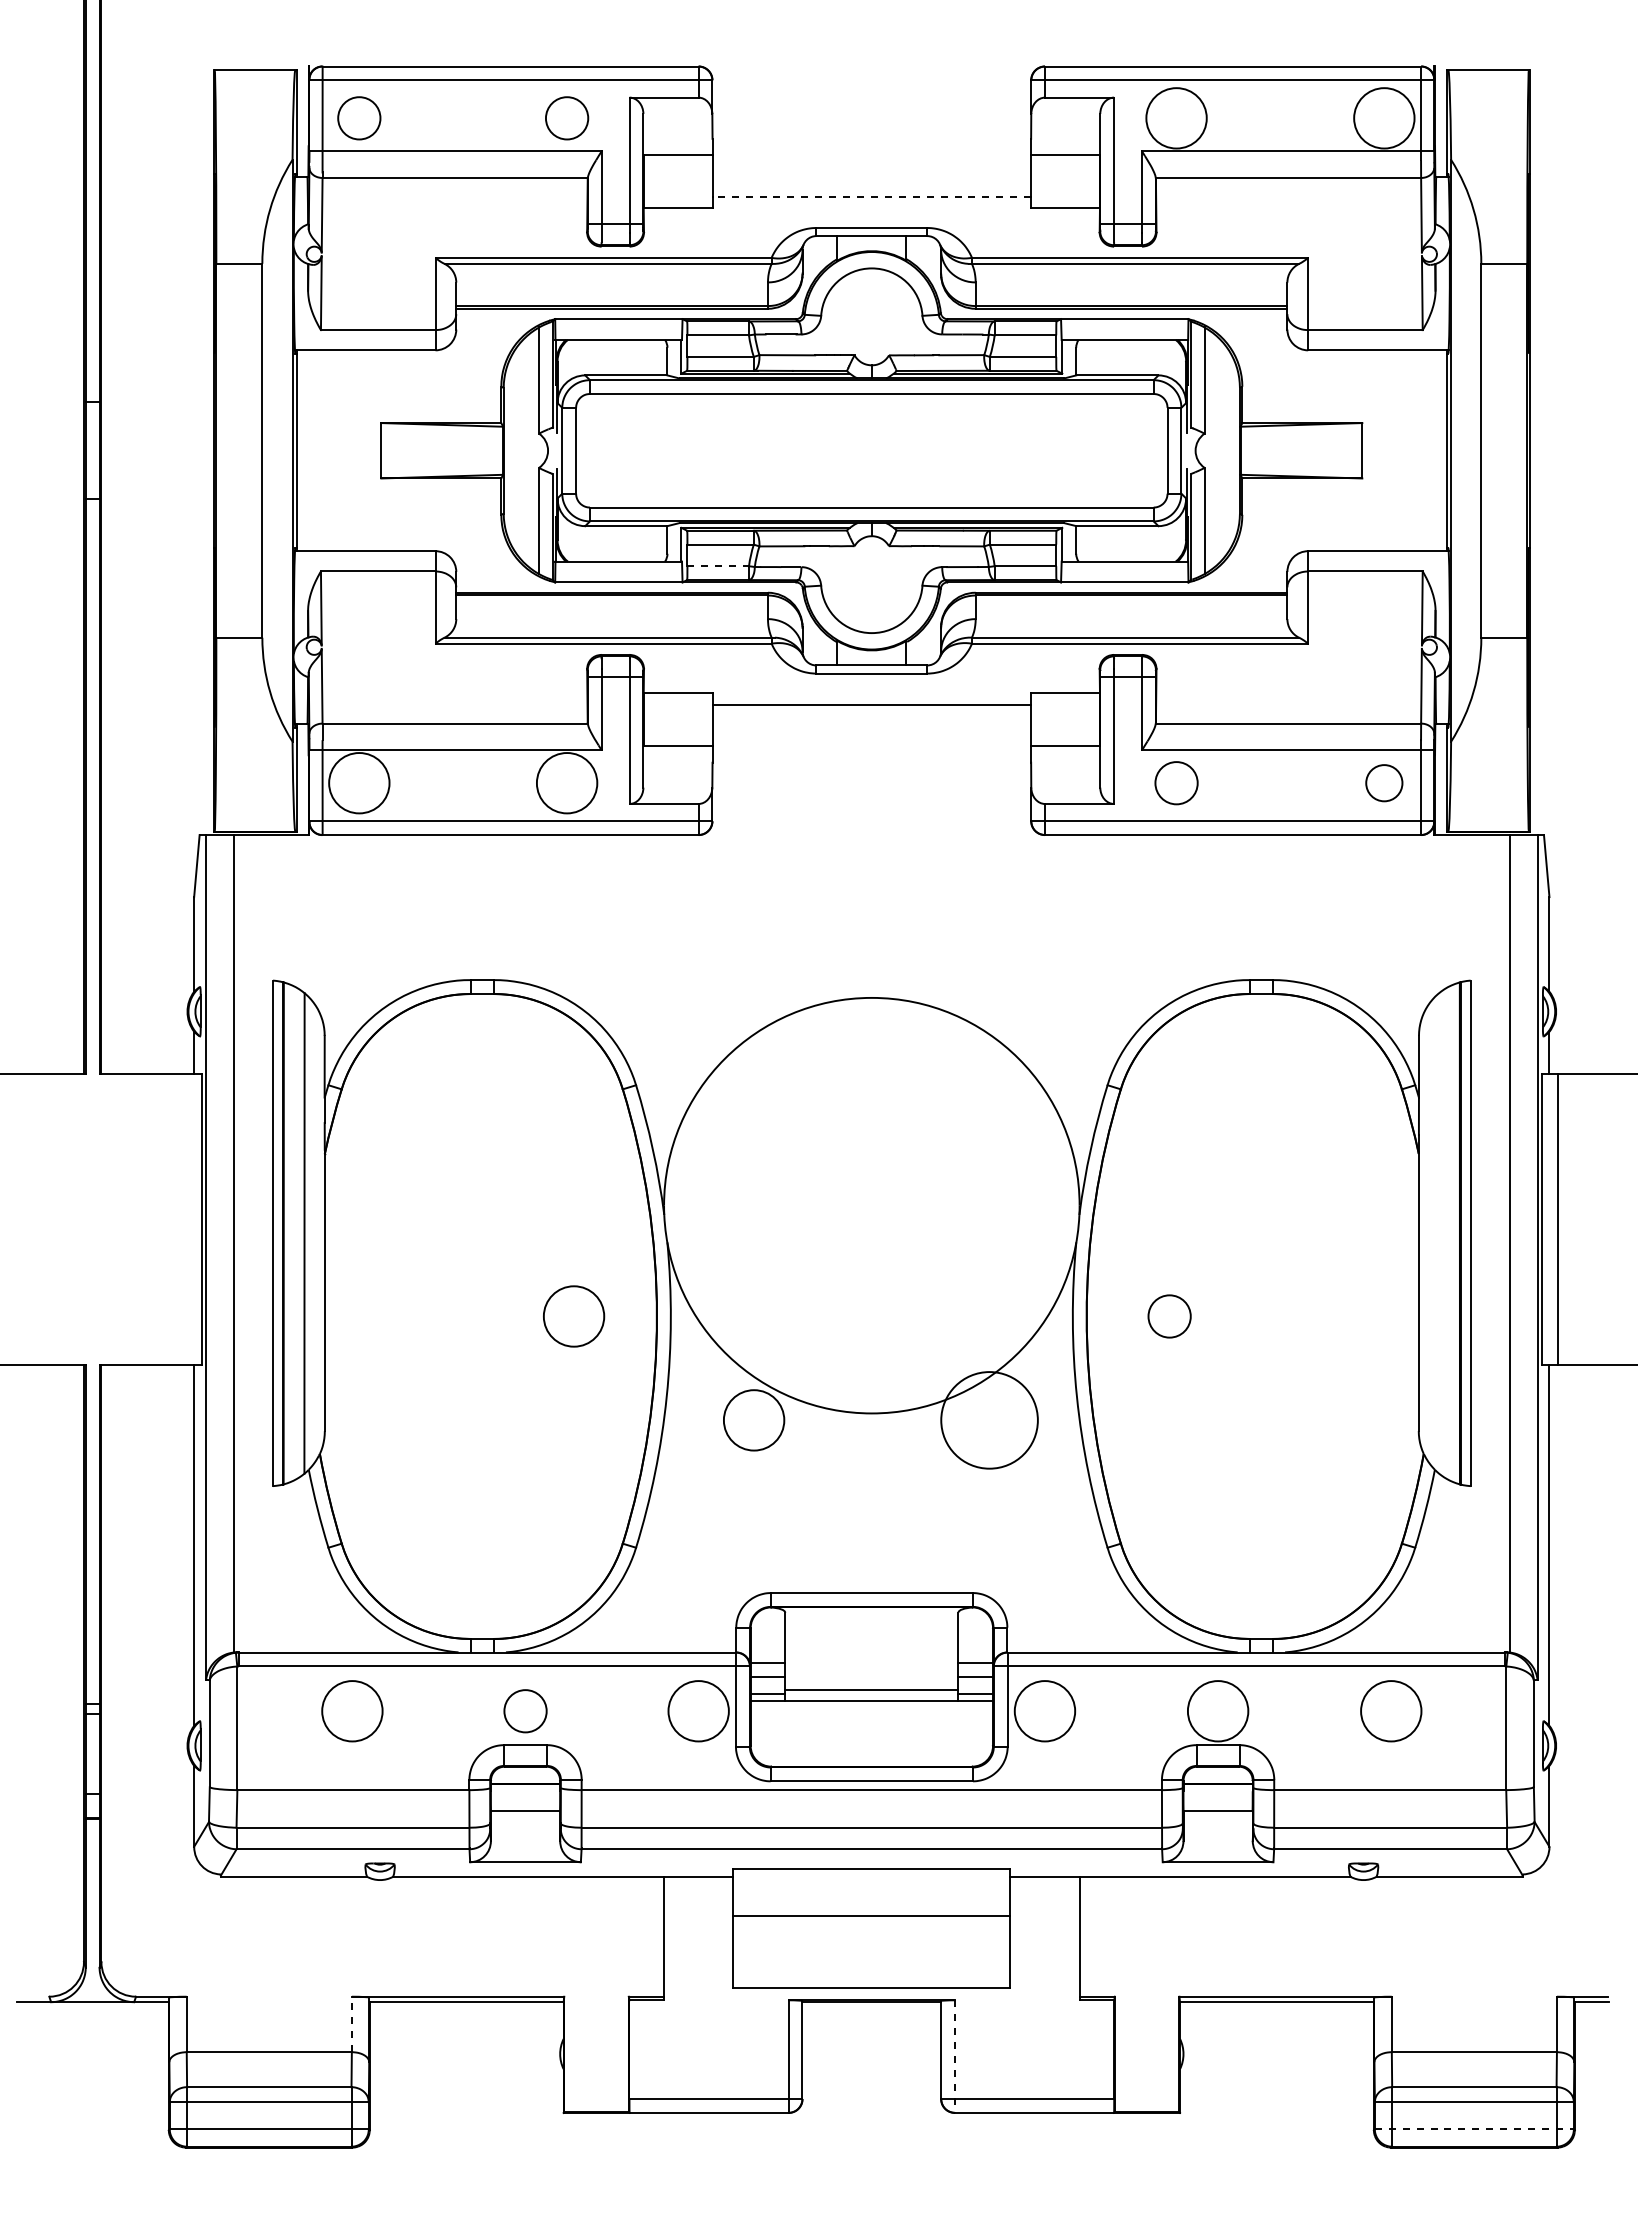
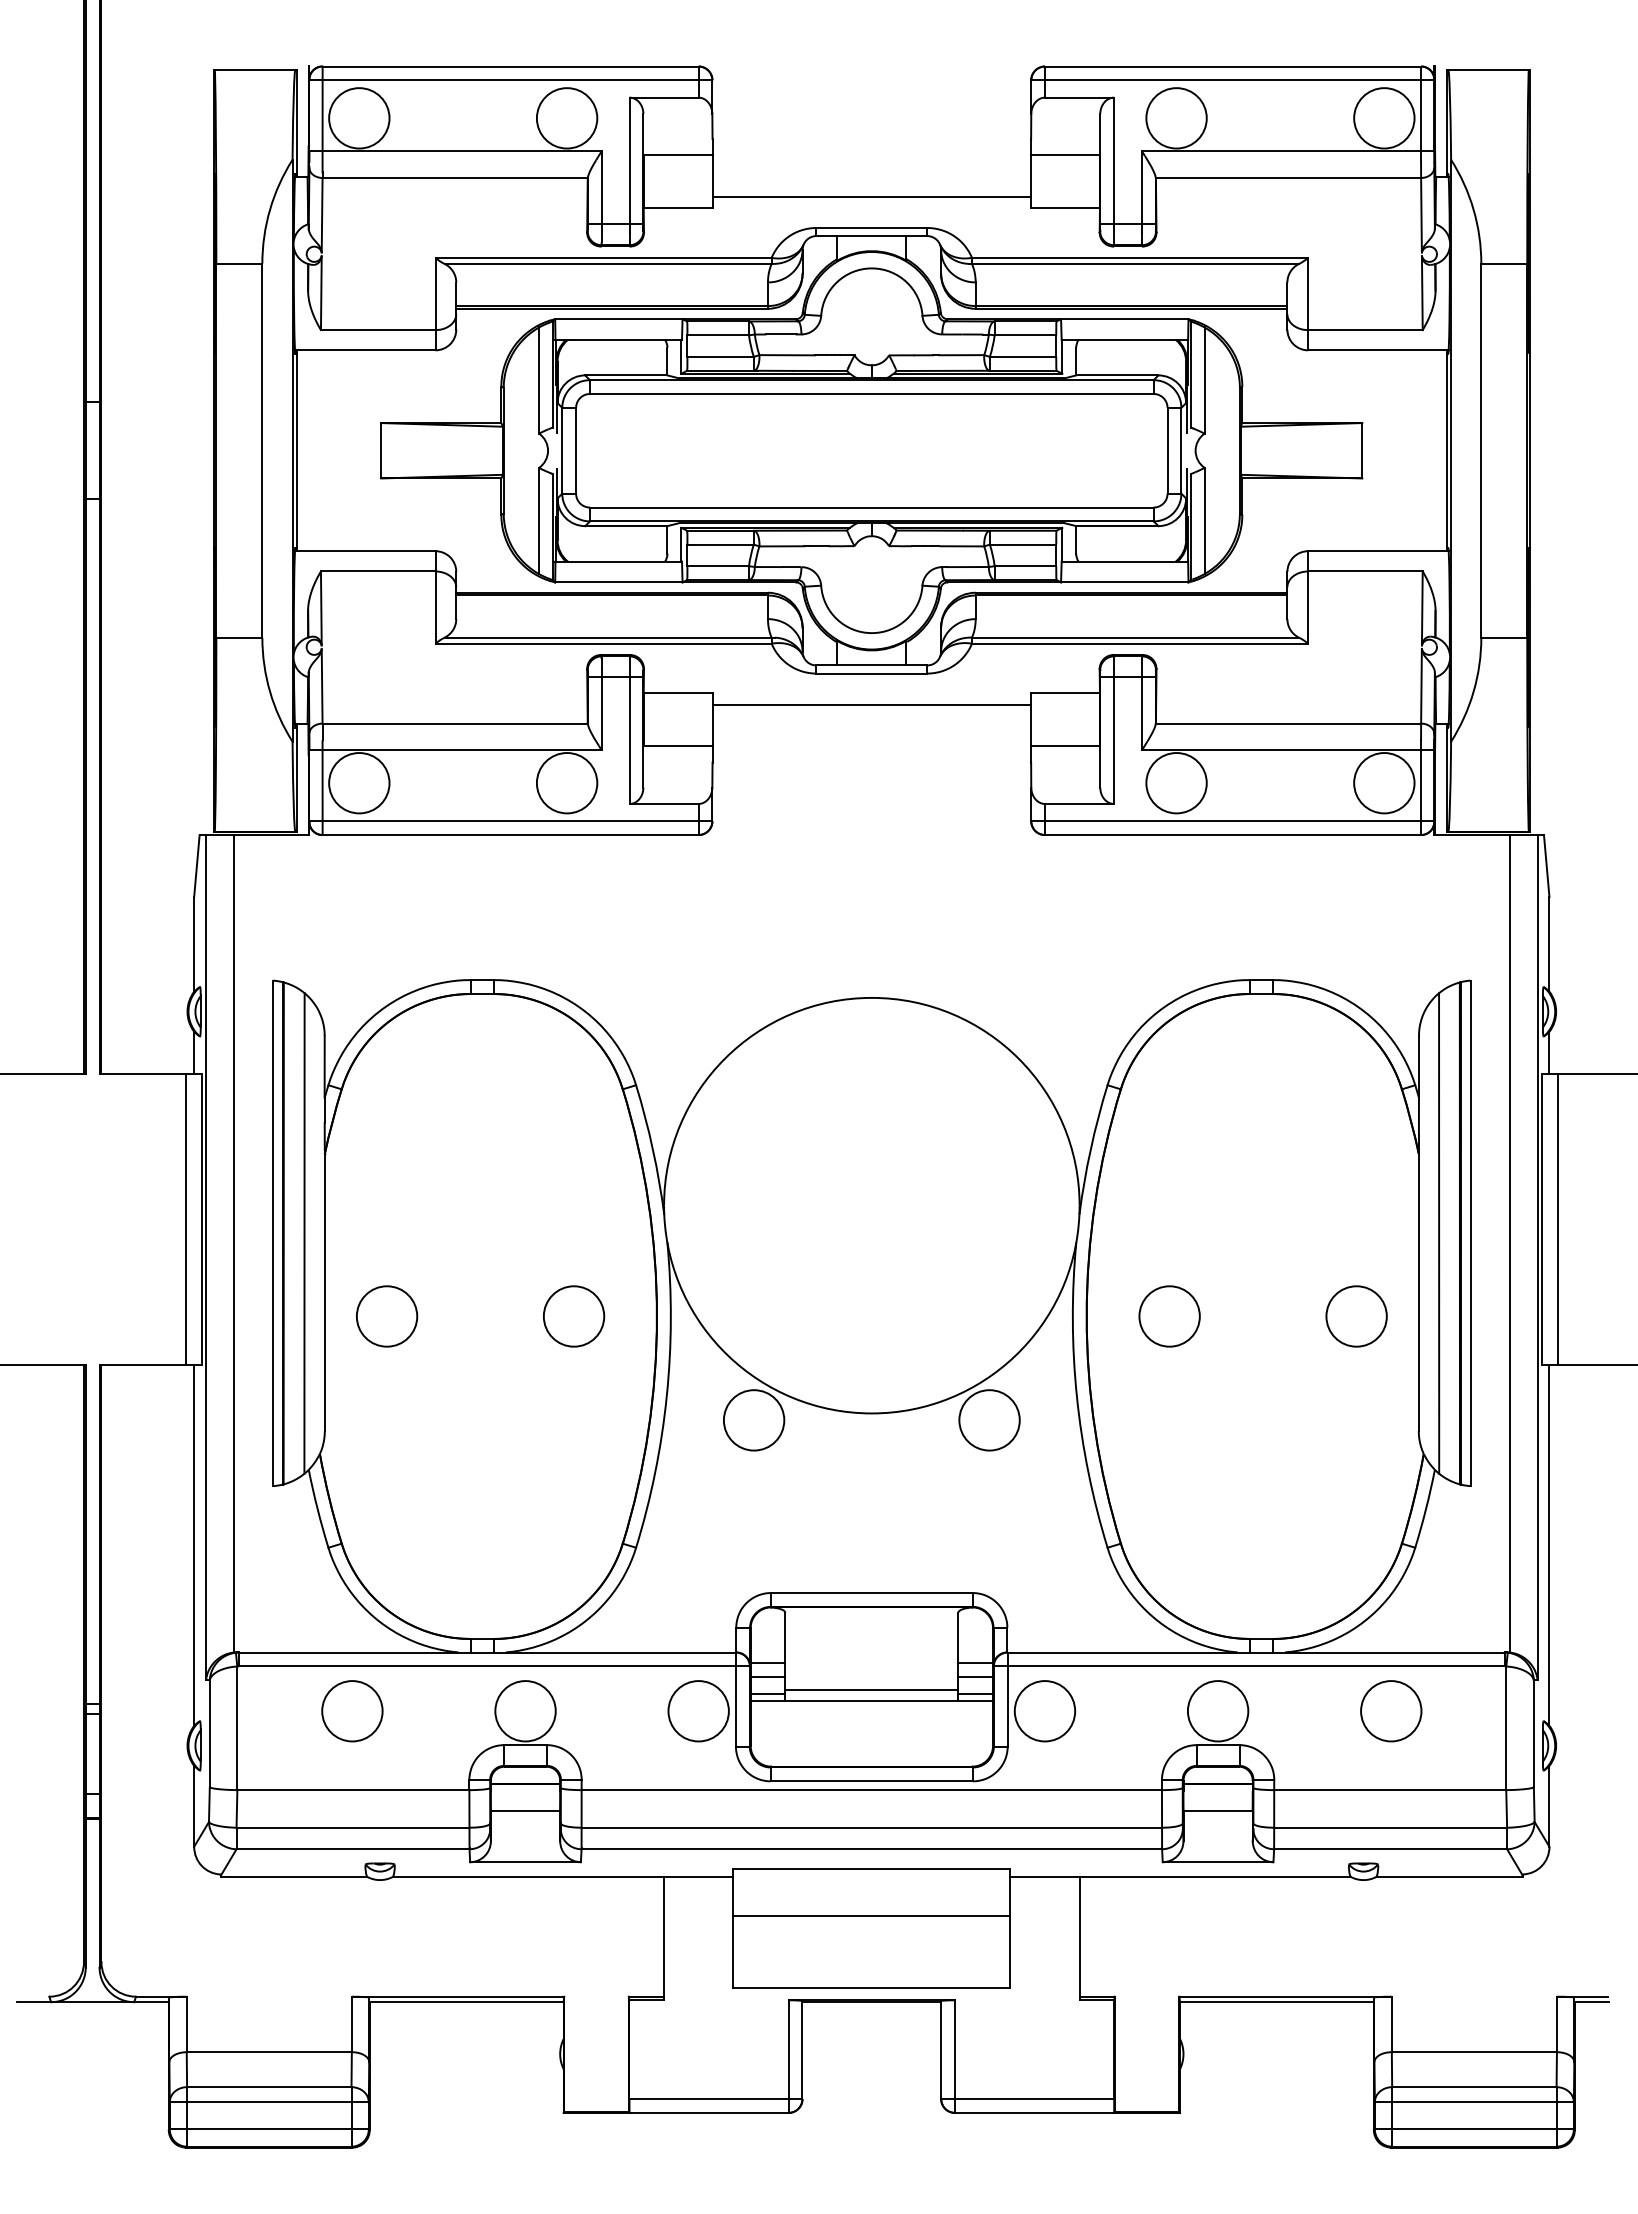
circle at (359, 118) diameter: 42 px -> 60 px
circle at (566, 118) diameter: 42 px -> 60 px
line at (871, 196): dashed -> solid
line at (718, 566): dashed -> solid
circle at (1176, 783) diameter: 42 px -> 60 px
circle at (1384, 783) diameter: 36 px -> 60 px
line at (186, 1219): none -> present
line at (1439, 1233): none -> present
circle at (387, 1316): none -> present
circle at (1169, 1316) diameter: 42 px -> 60 px
circle at (1356, 1316): none -> present
circle at (989, 1420) diameter: 97 px -> 60 px
circle at (525, 1711) diameter: 42 px -> 60 px
line at (351, 2024): dashed -> solid
line at (955, 2057): dashed -> solid
line at (1474, 2129): dashed -> solid
